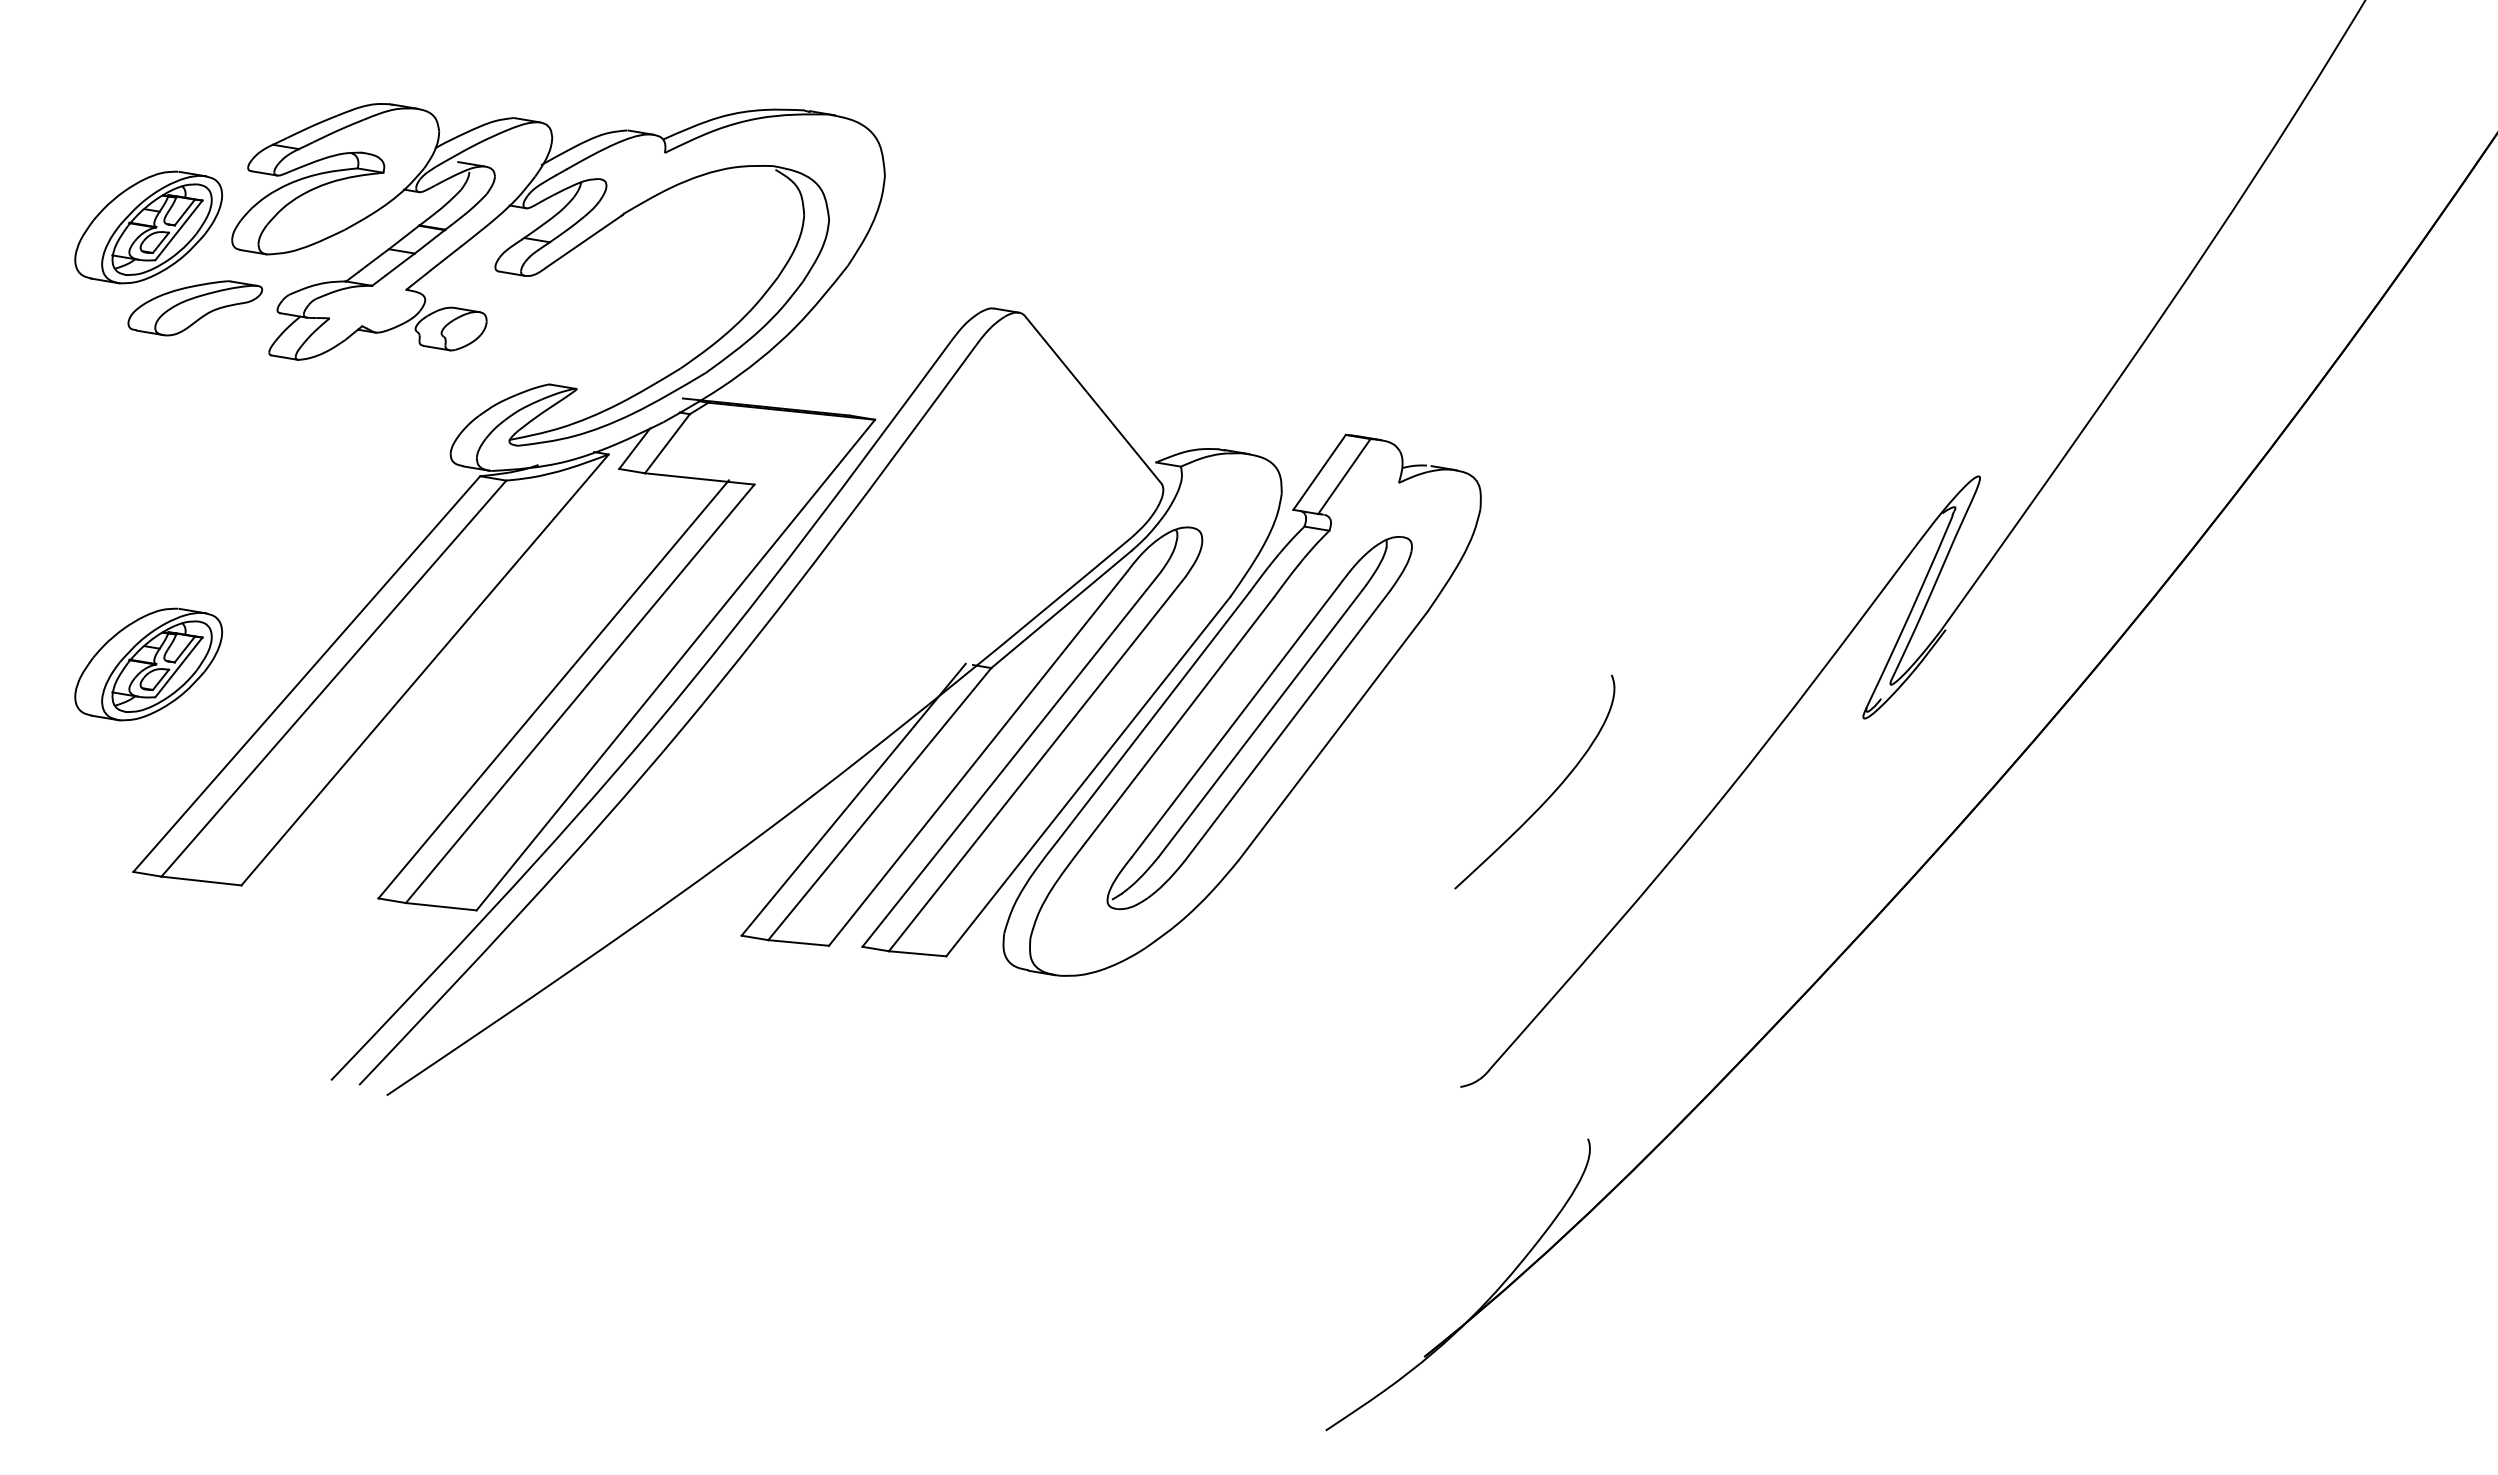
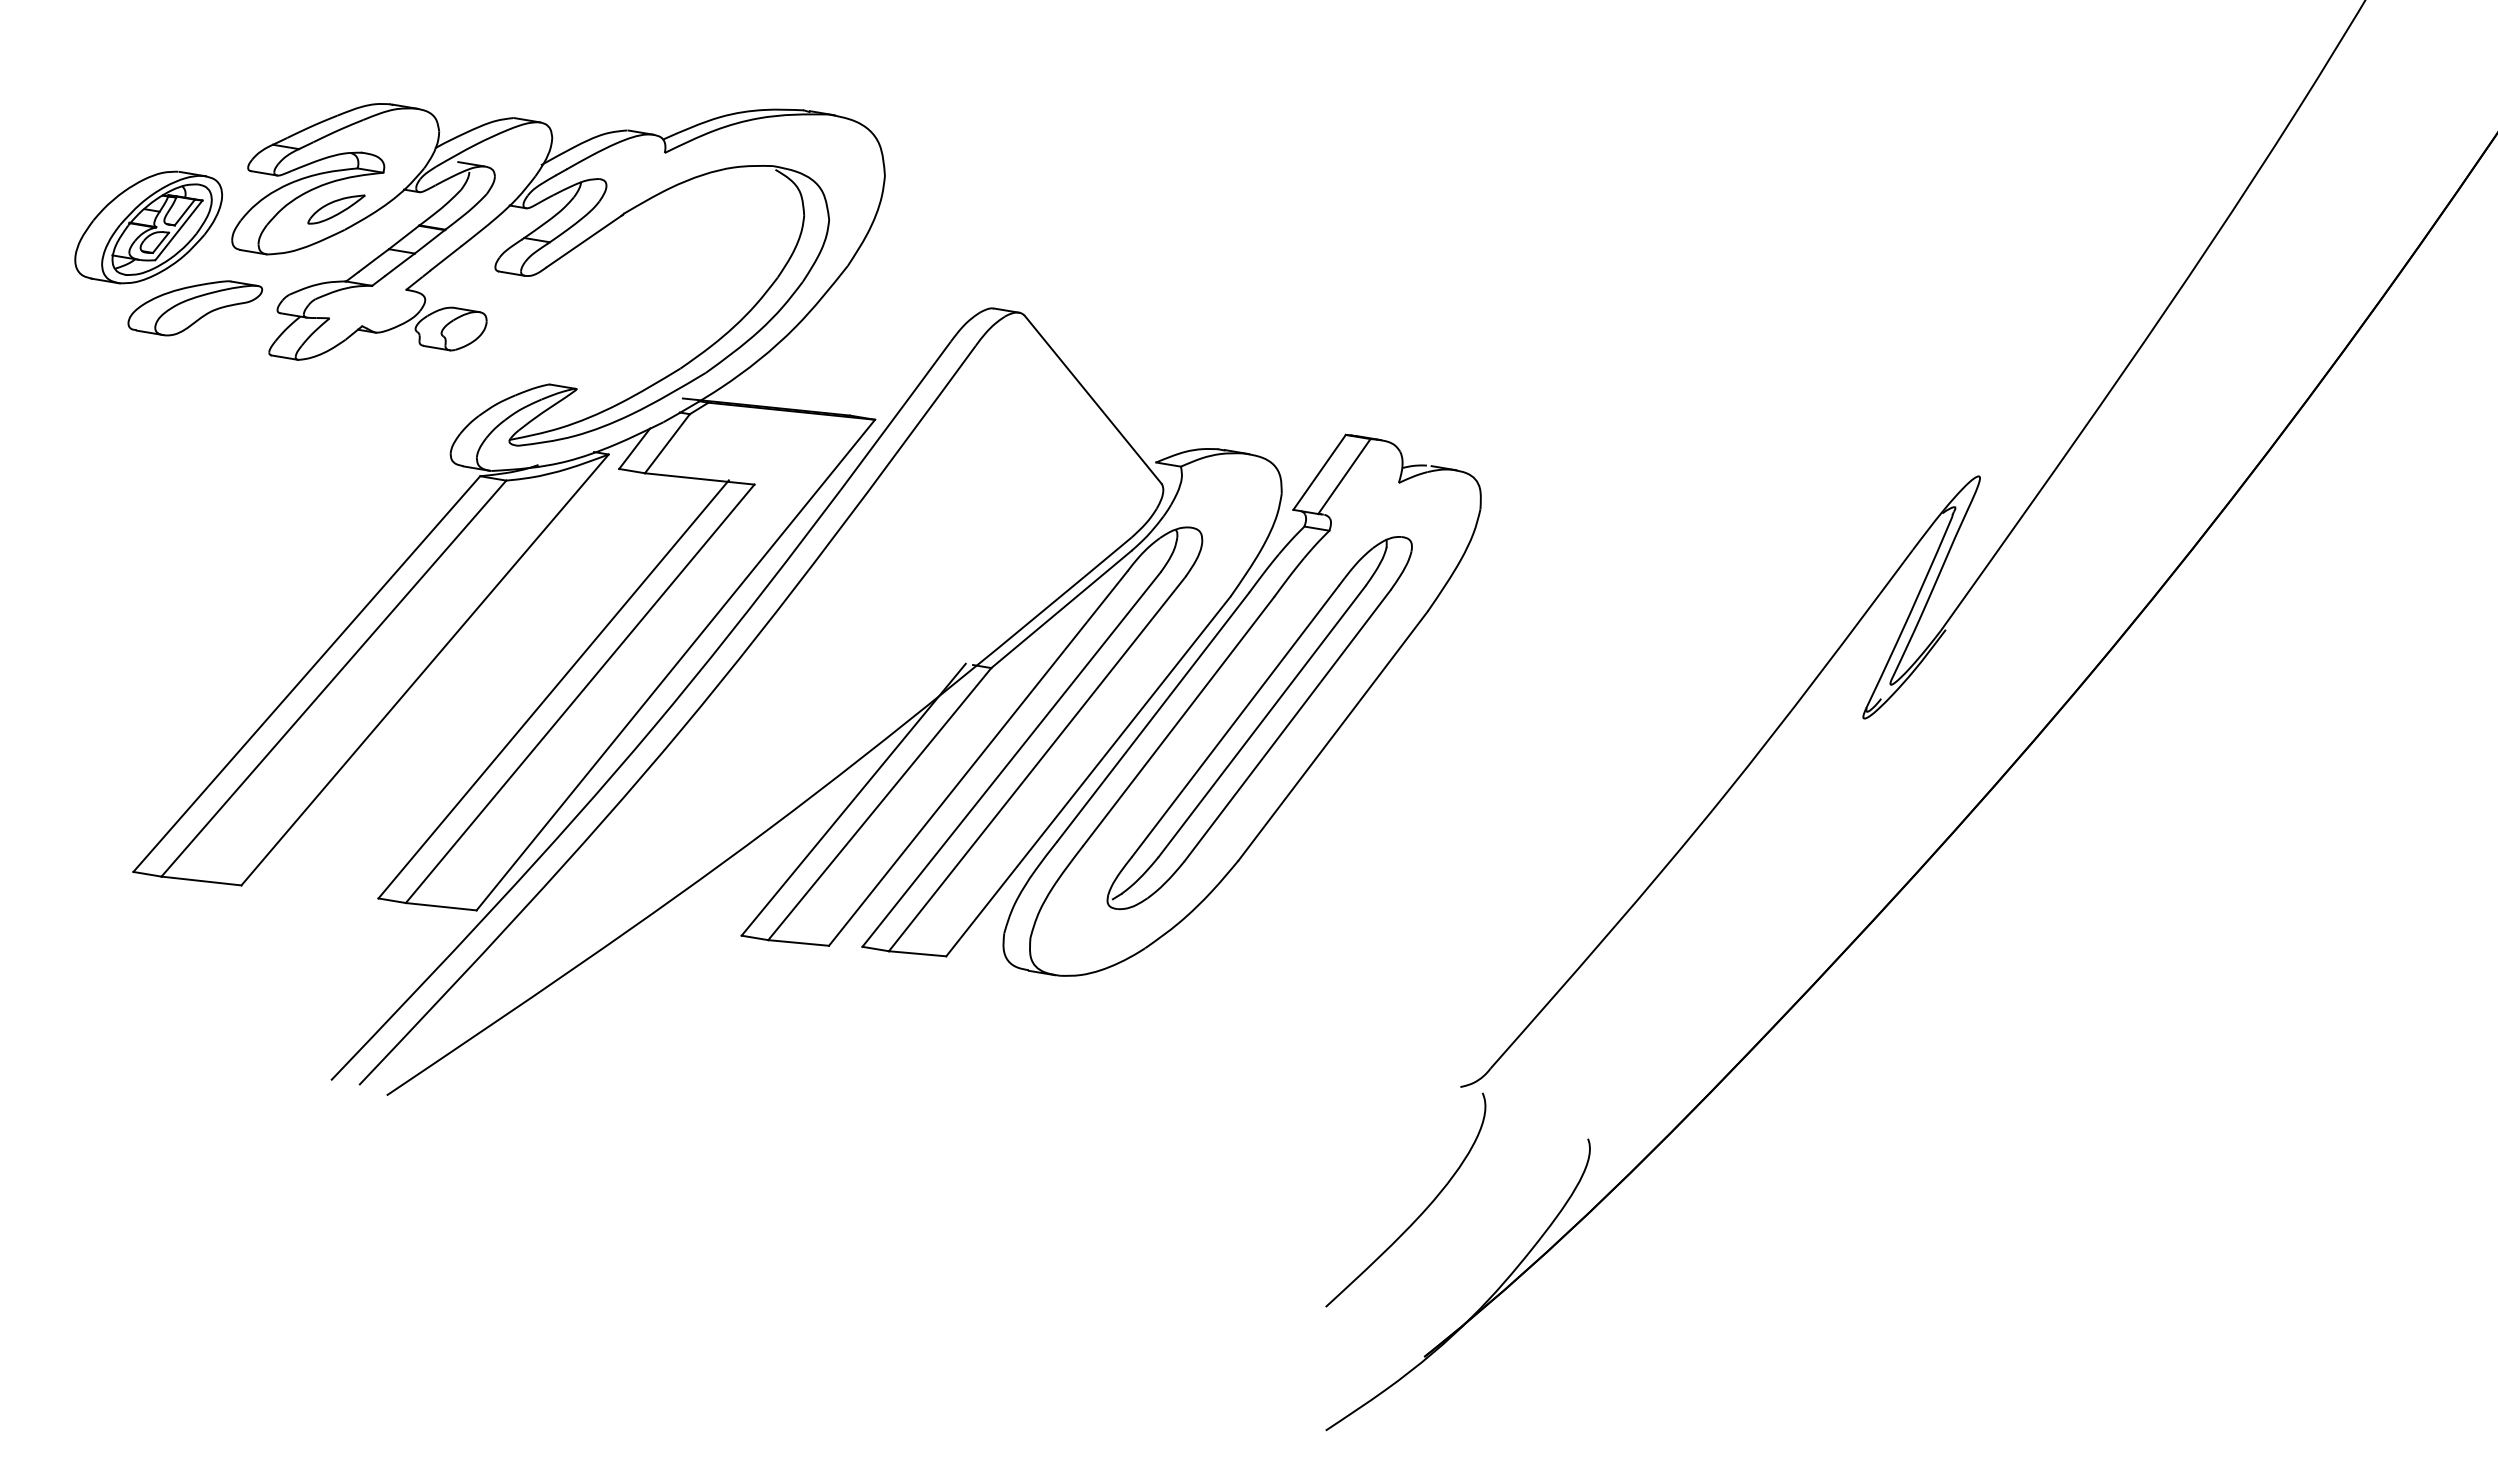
part at (336, 209): none -> present
part at (148, 664): present -> none
curve at (1549, 795) position: (1549, 795) -> (1420, 1213)
